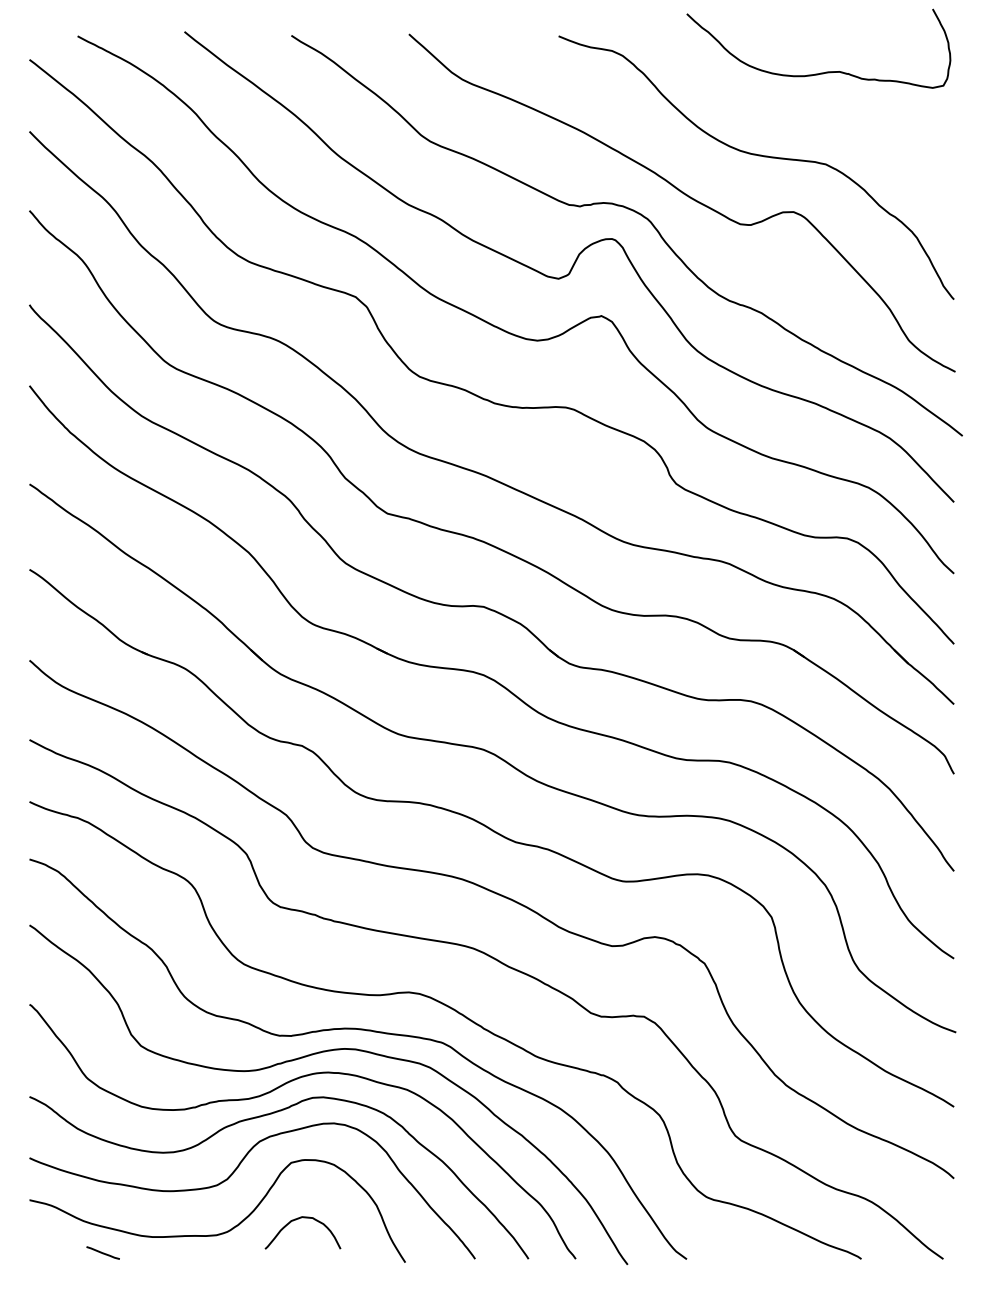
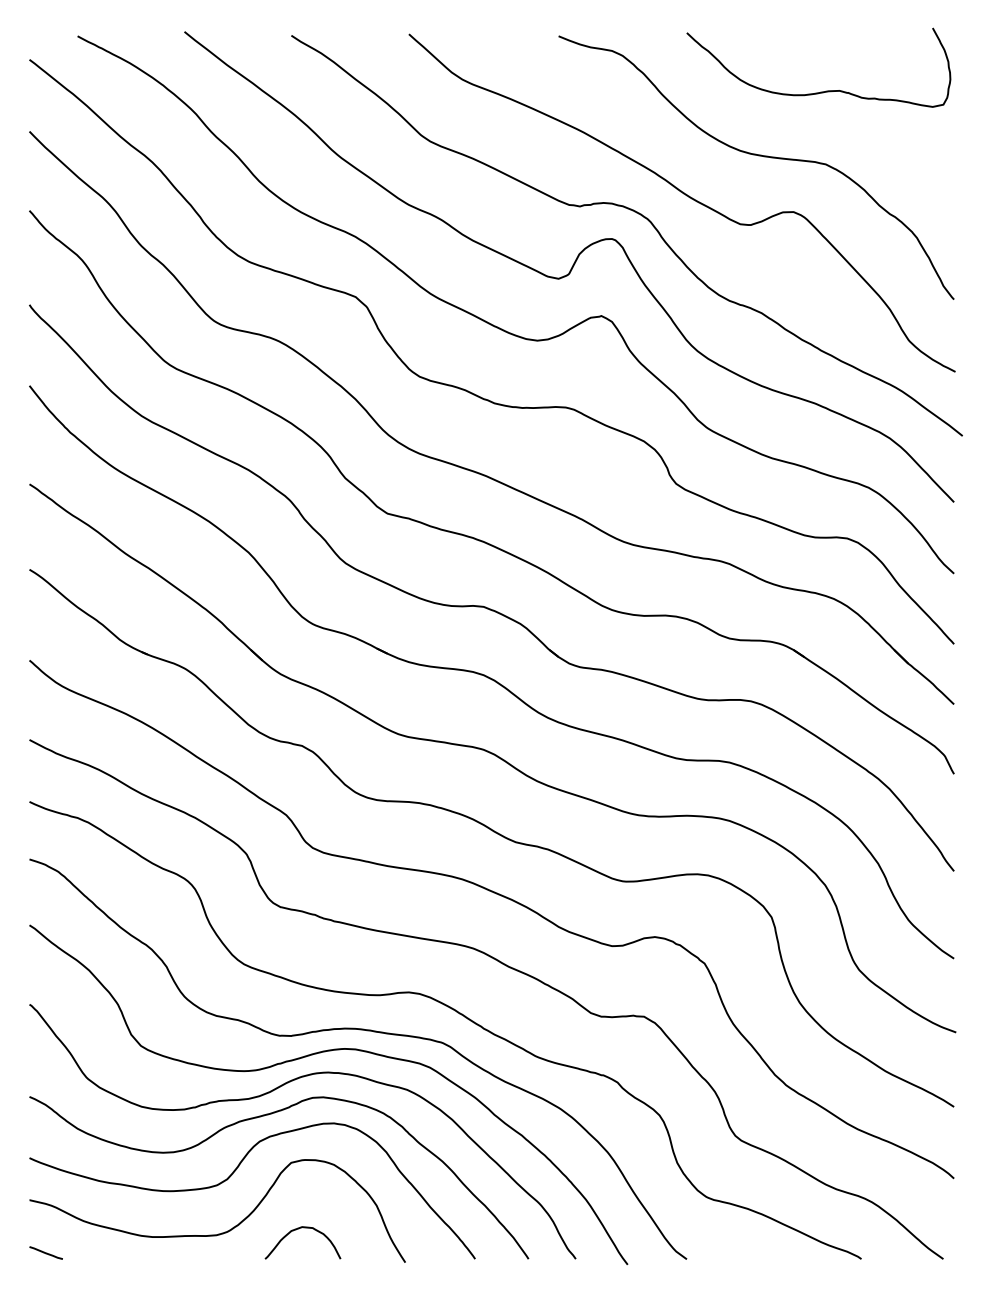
curve at (820, 72) position: (820, 72) -> (820, 91)
curve at (296, 1220) position: (296, 1220) -> (296, 1230)
line at (102, 1252) position: (102, 1252) -> (45, 1252)
